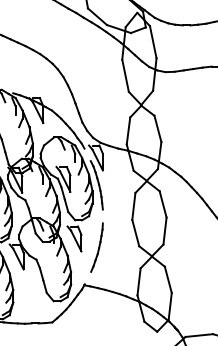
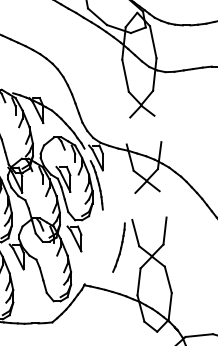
line at (157, 128): present -> none
line at (128, 130): present -> none
line at (162, 204): present -> none
line at (133, 205): present -> none
part at (96, 247) position: (96, 247) -> (118, 247)
